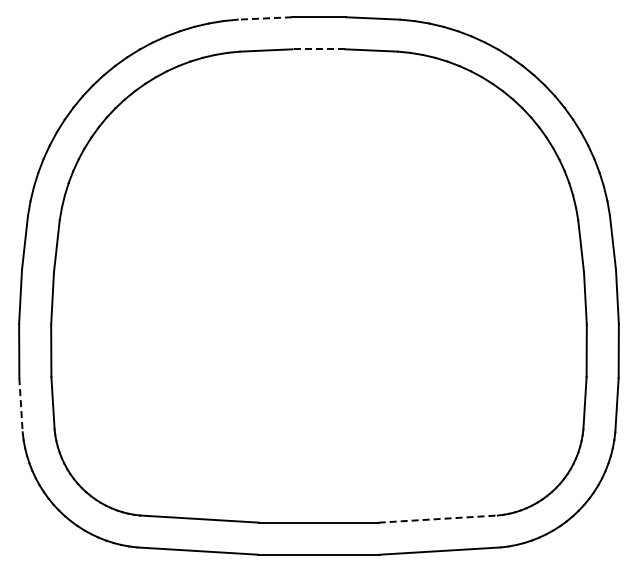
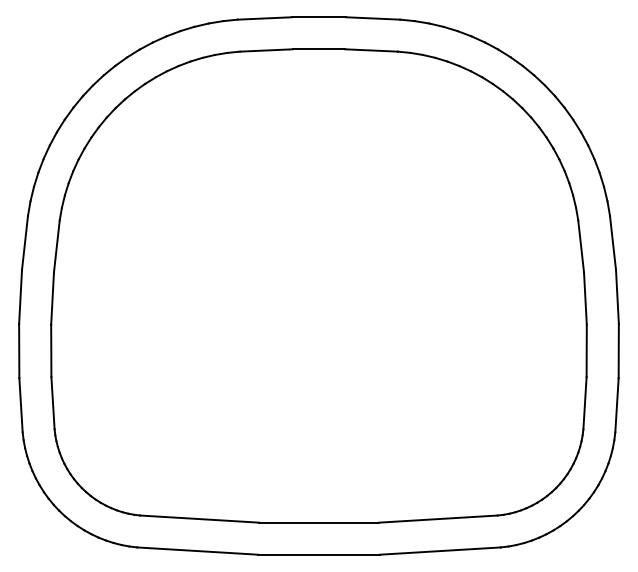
line at (264, 18): dashed -> solid
line at (318, 49): dashed -> solid
line at (21, 405): dashed -> solid
line at (438, 519): dashed -> solid
